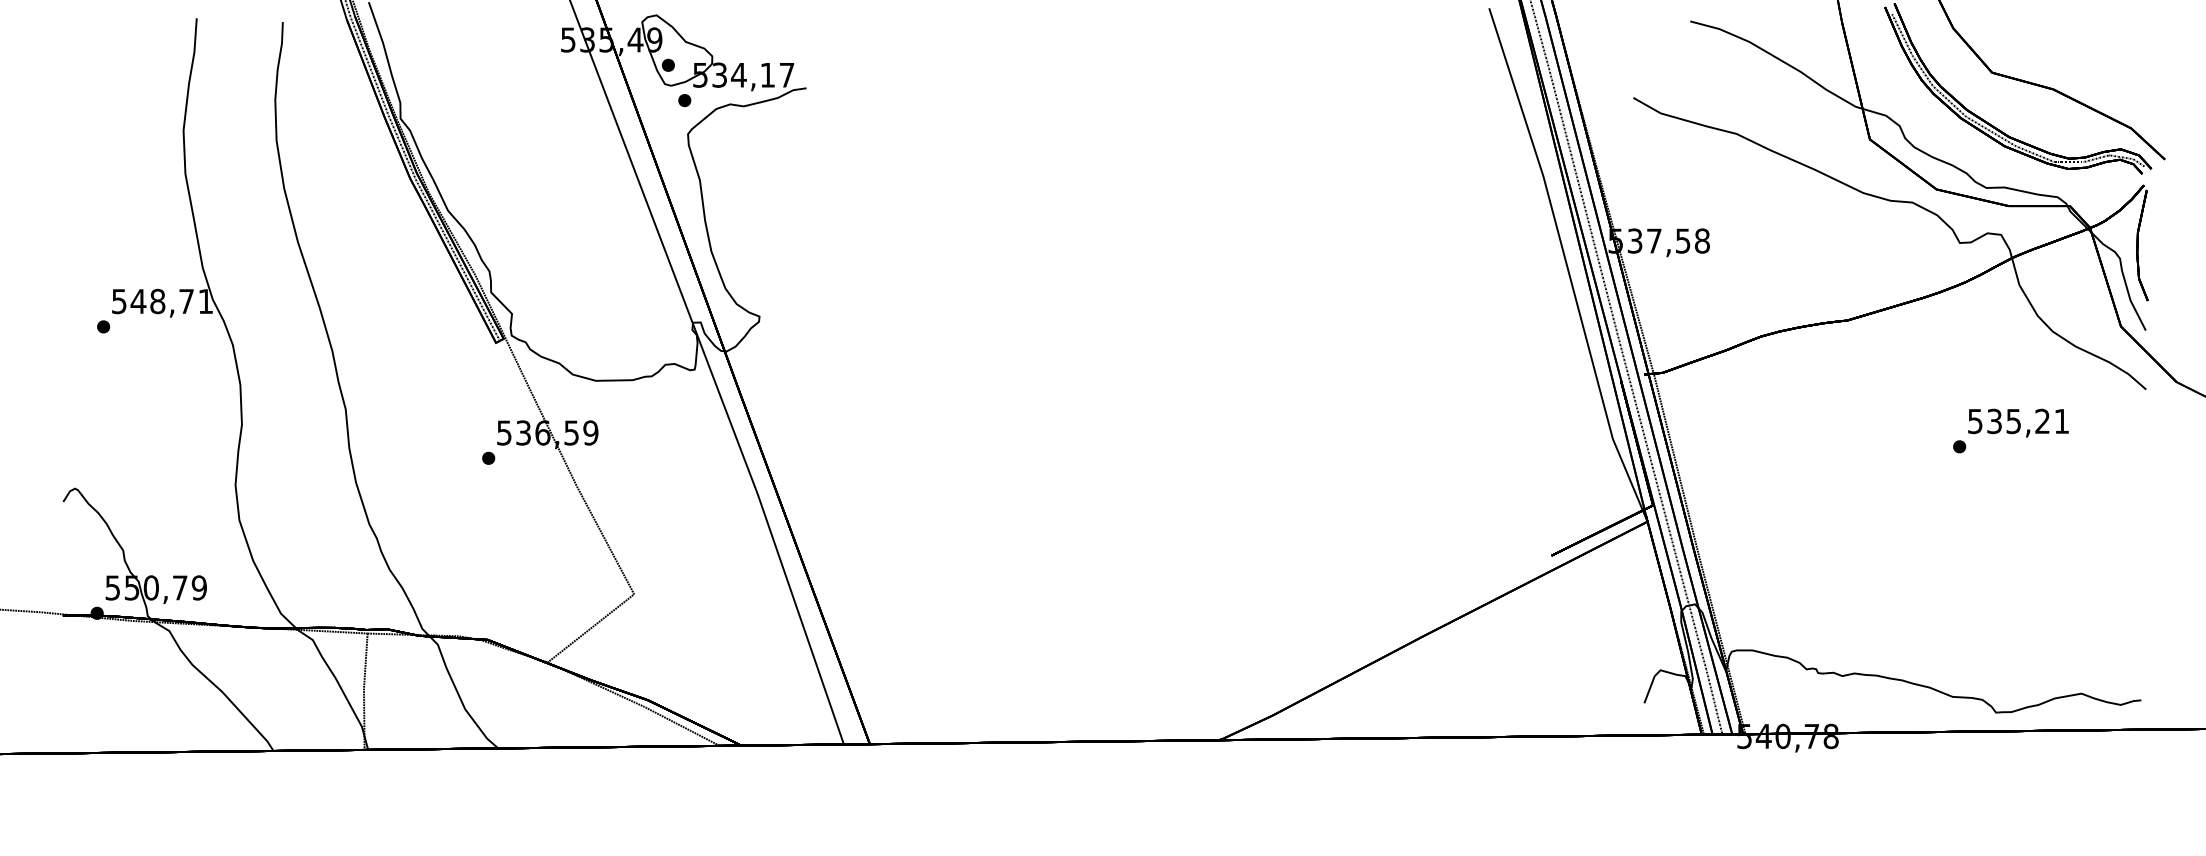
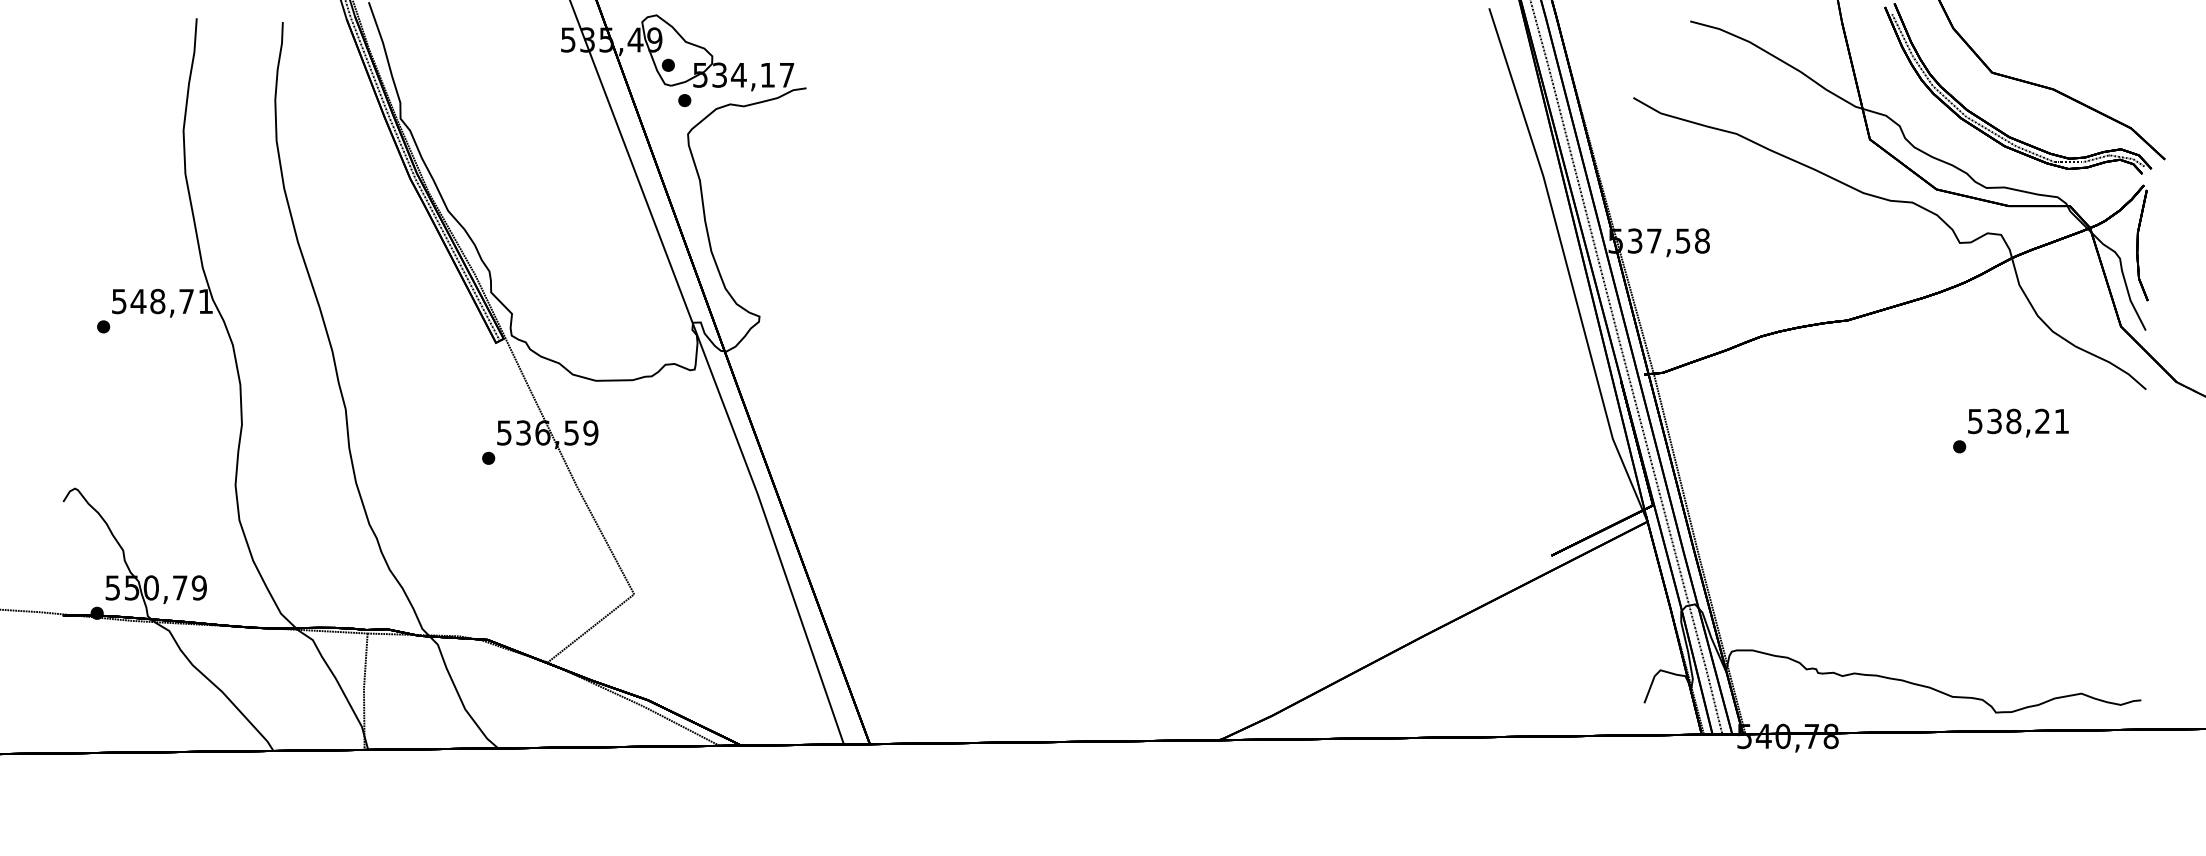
text at (2013, 421): 535,21 -> 538,21
